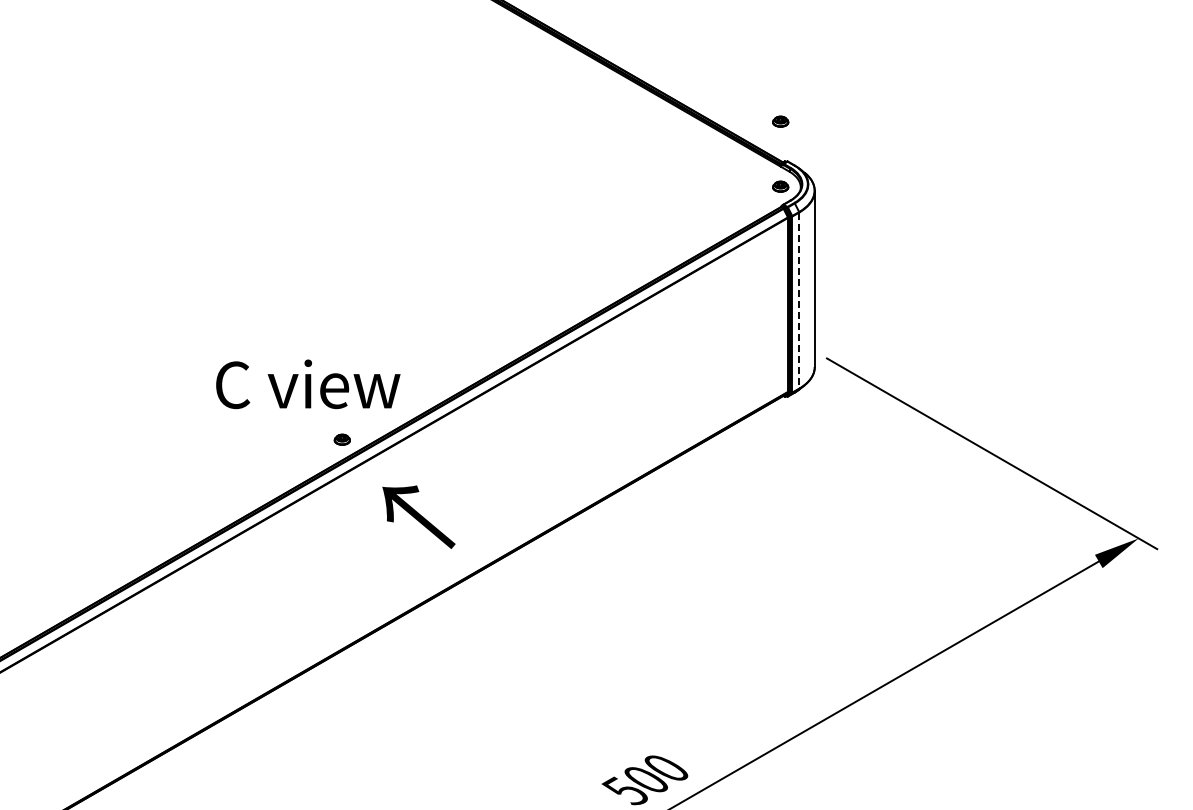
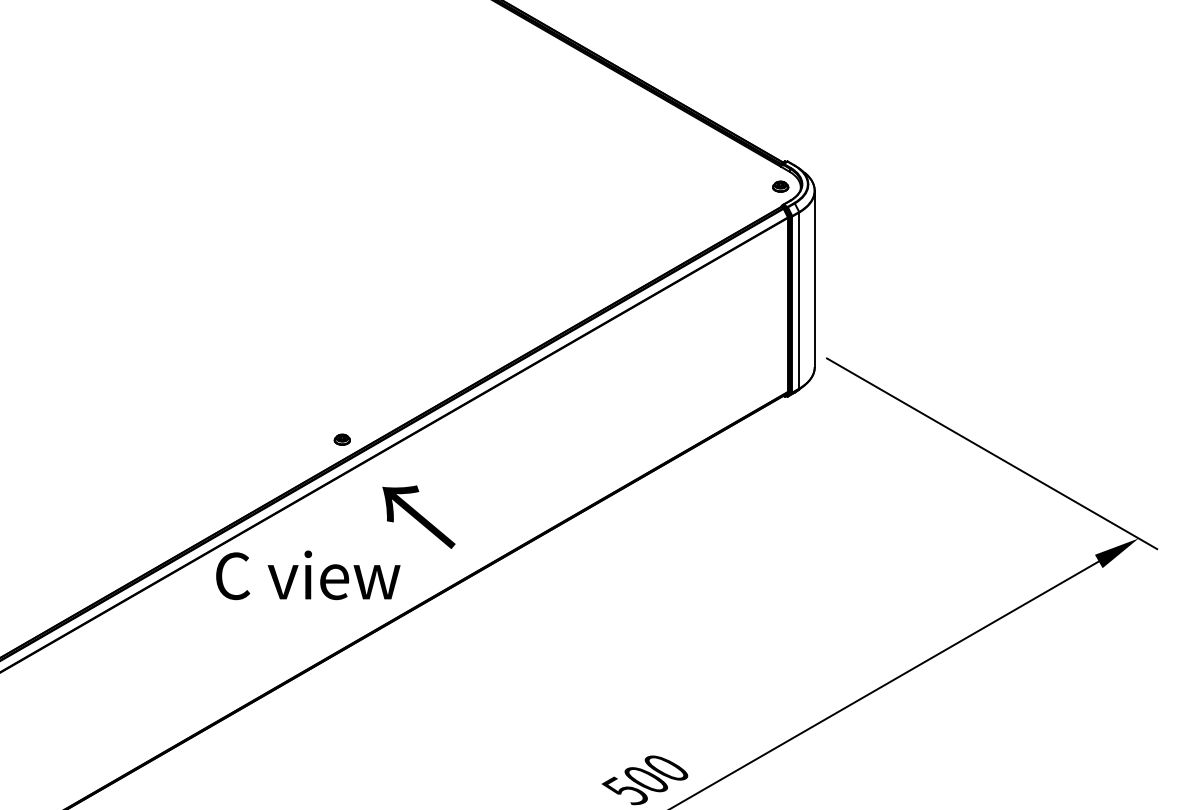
part at (780, 121): present -> none
line at (799, 301): dashed -> solid
text at (308, 384) position: (308, 384) -> (308, 575)
